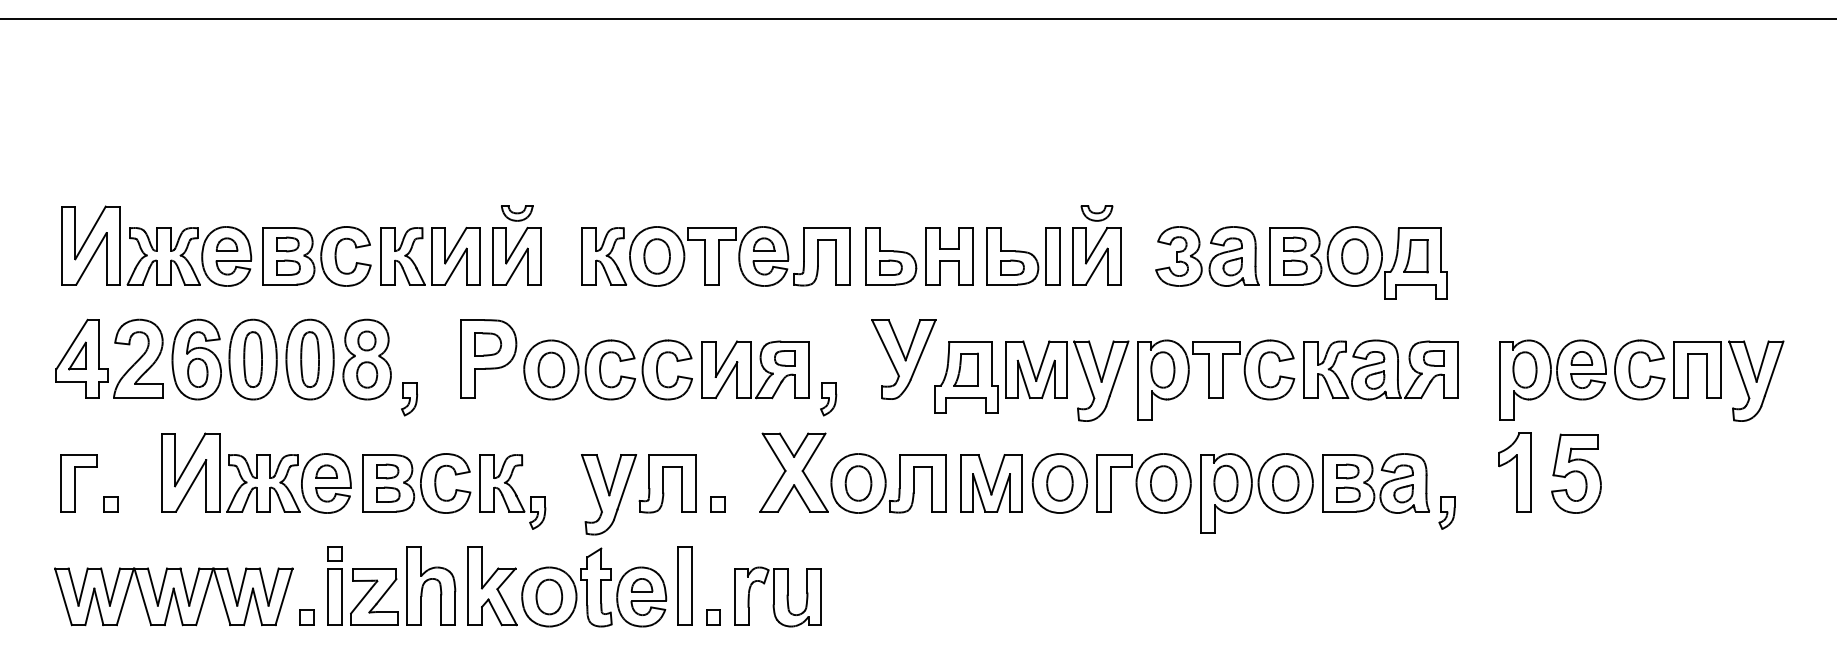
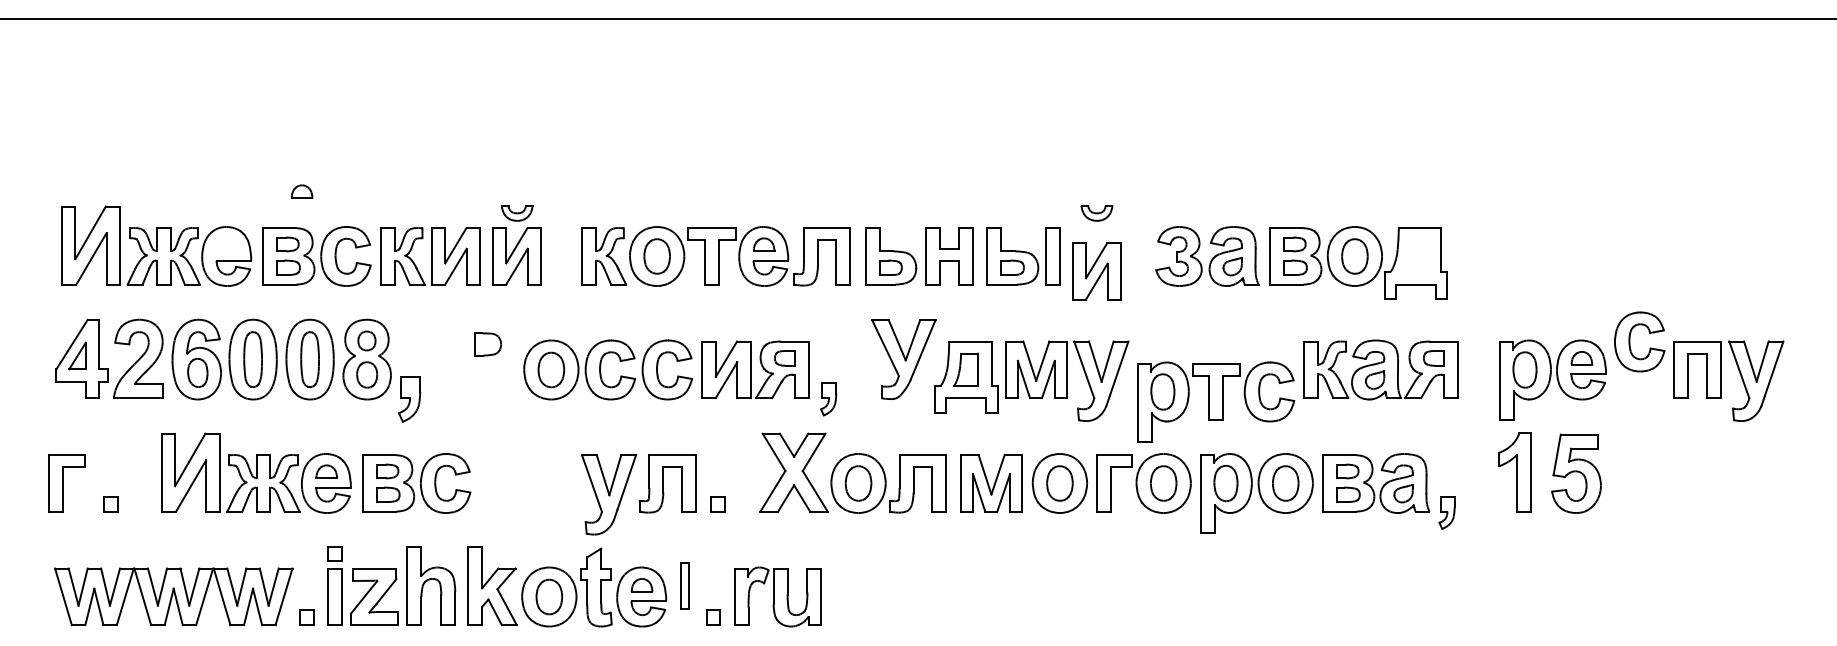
part at (226, 244) position: (226, 244) -> (301, 191)
part at (1096, 256) position: (1096, 256) -> (1096, 271)
part at (1415, 256): present -> none
part at (488, 358): present -> none
part at (1630, 369) position: (1630, 369) -> (1630, 341)
part at (1216, 379) position: (1216, 379) -> (1216, 401)
part at (409, 399) size: 17x35 px -> 24x47 px
part at (78, 483) position: (78, 483) -> (66, 483)
part at (512, 491): present -> none
part at (684, 585) size: 16x80 px -> 10x48 px
